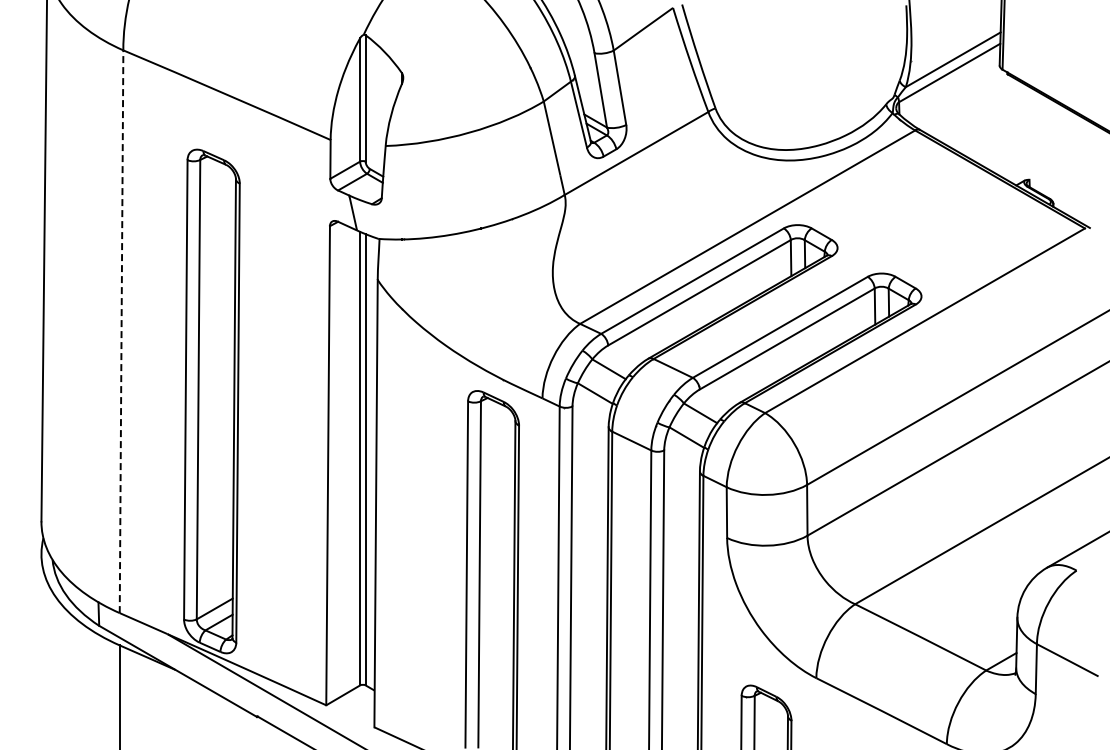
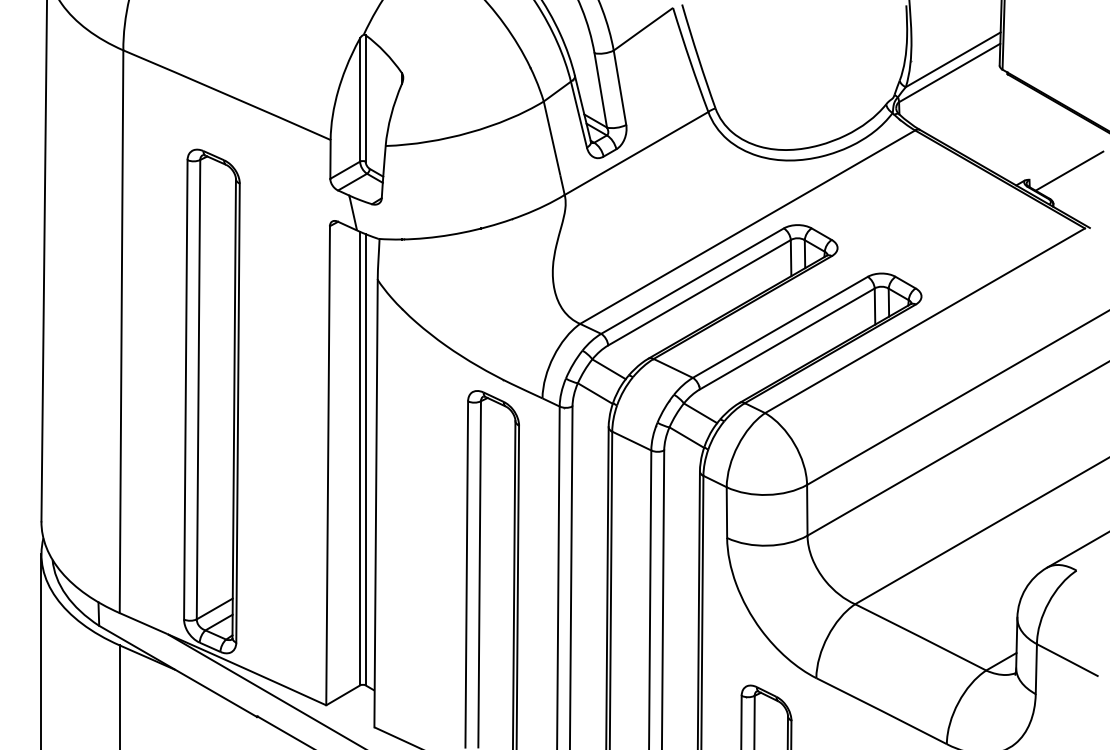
line at (1069, 170): none -> present
line at (121, 331): dashed -> solid
line at (41, 650): none -> present
